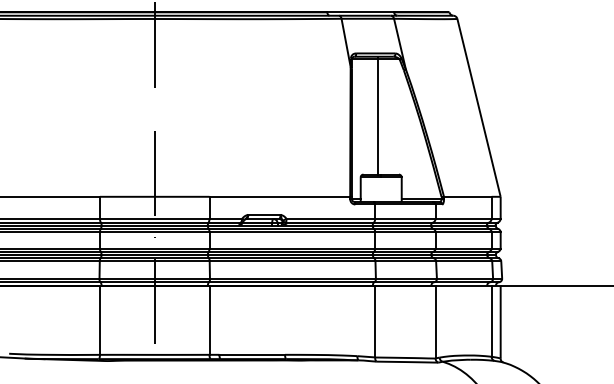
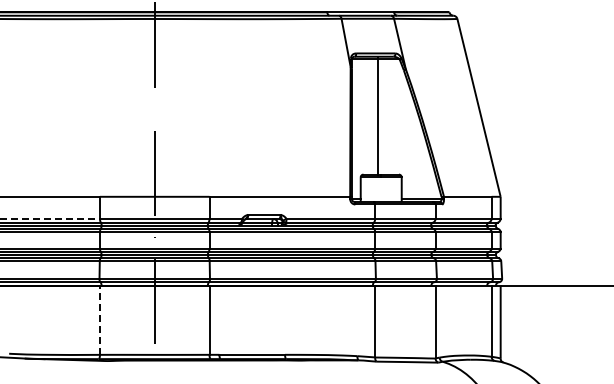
line at (50, 218): solid -> dashed
line at (99, 320): solid -> dashed
